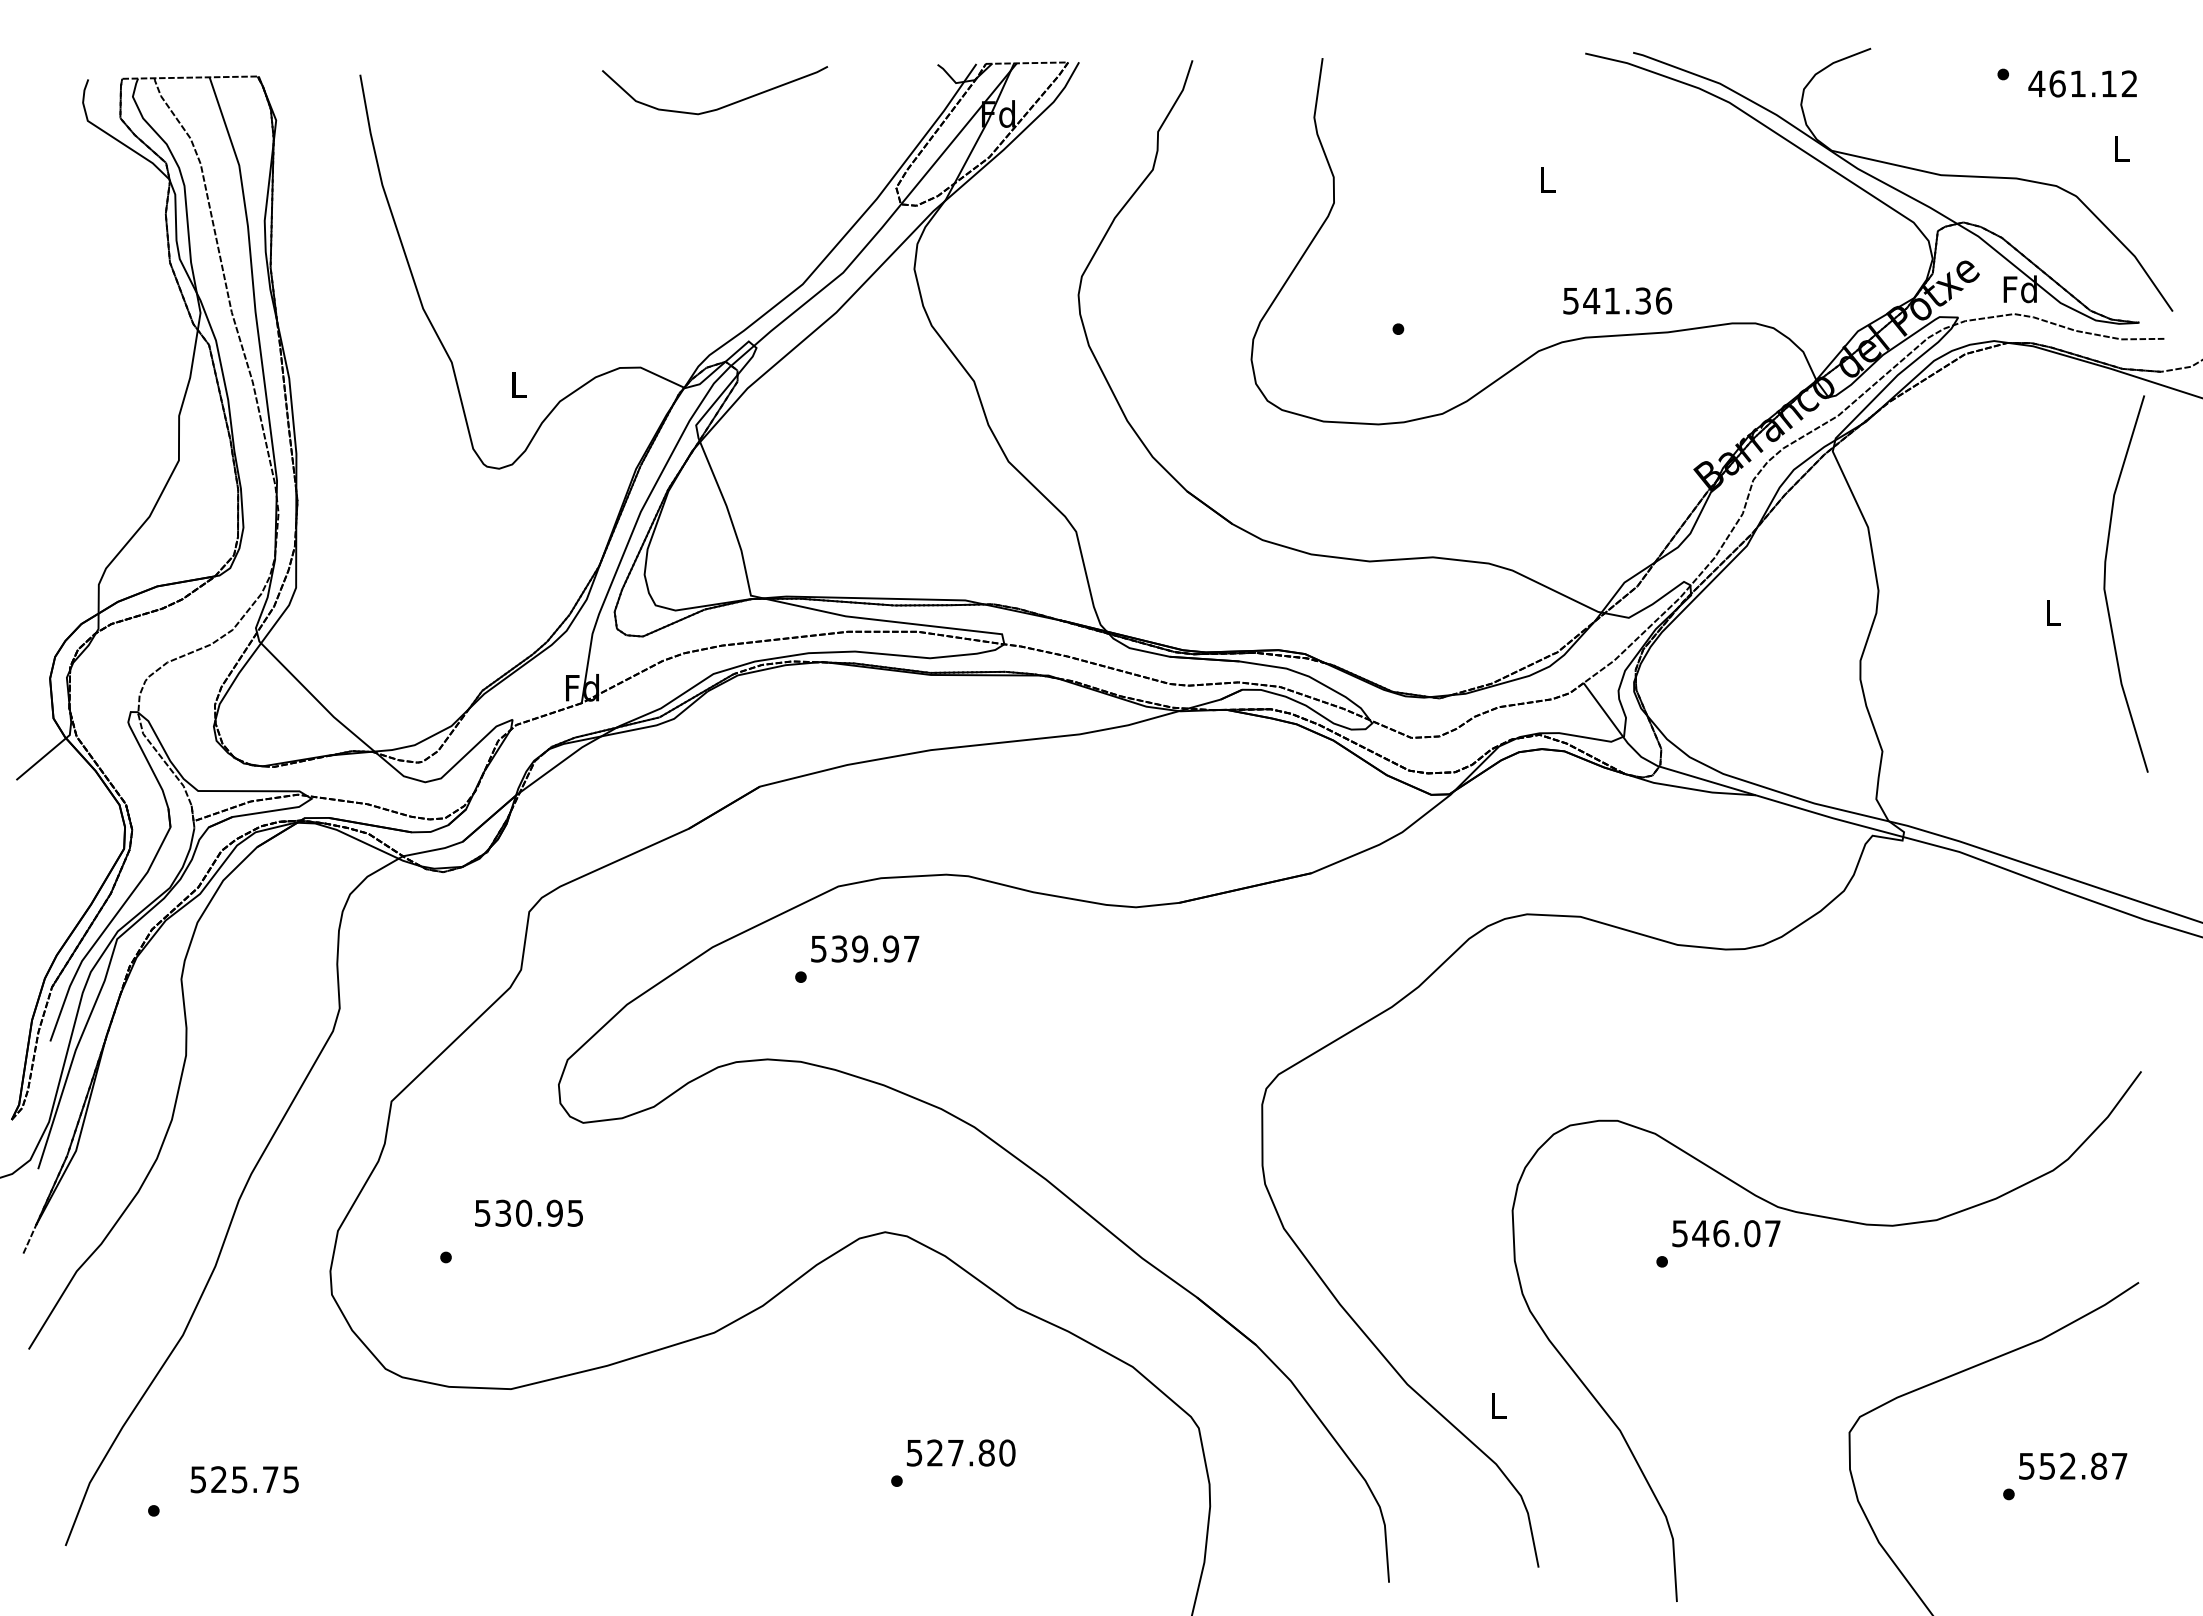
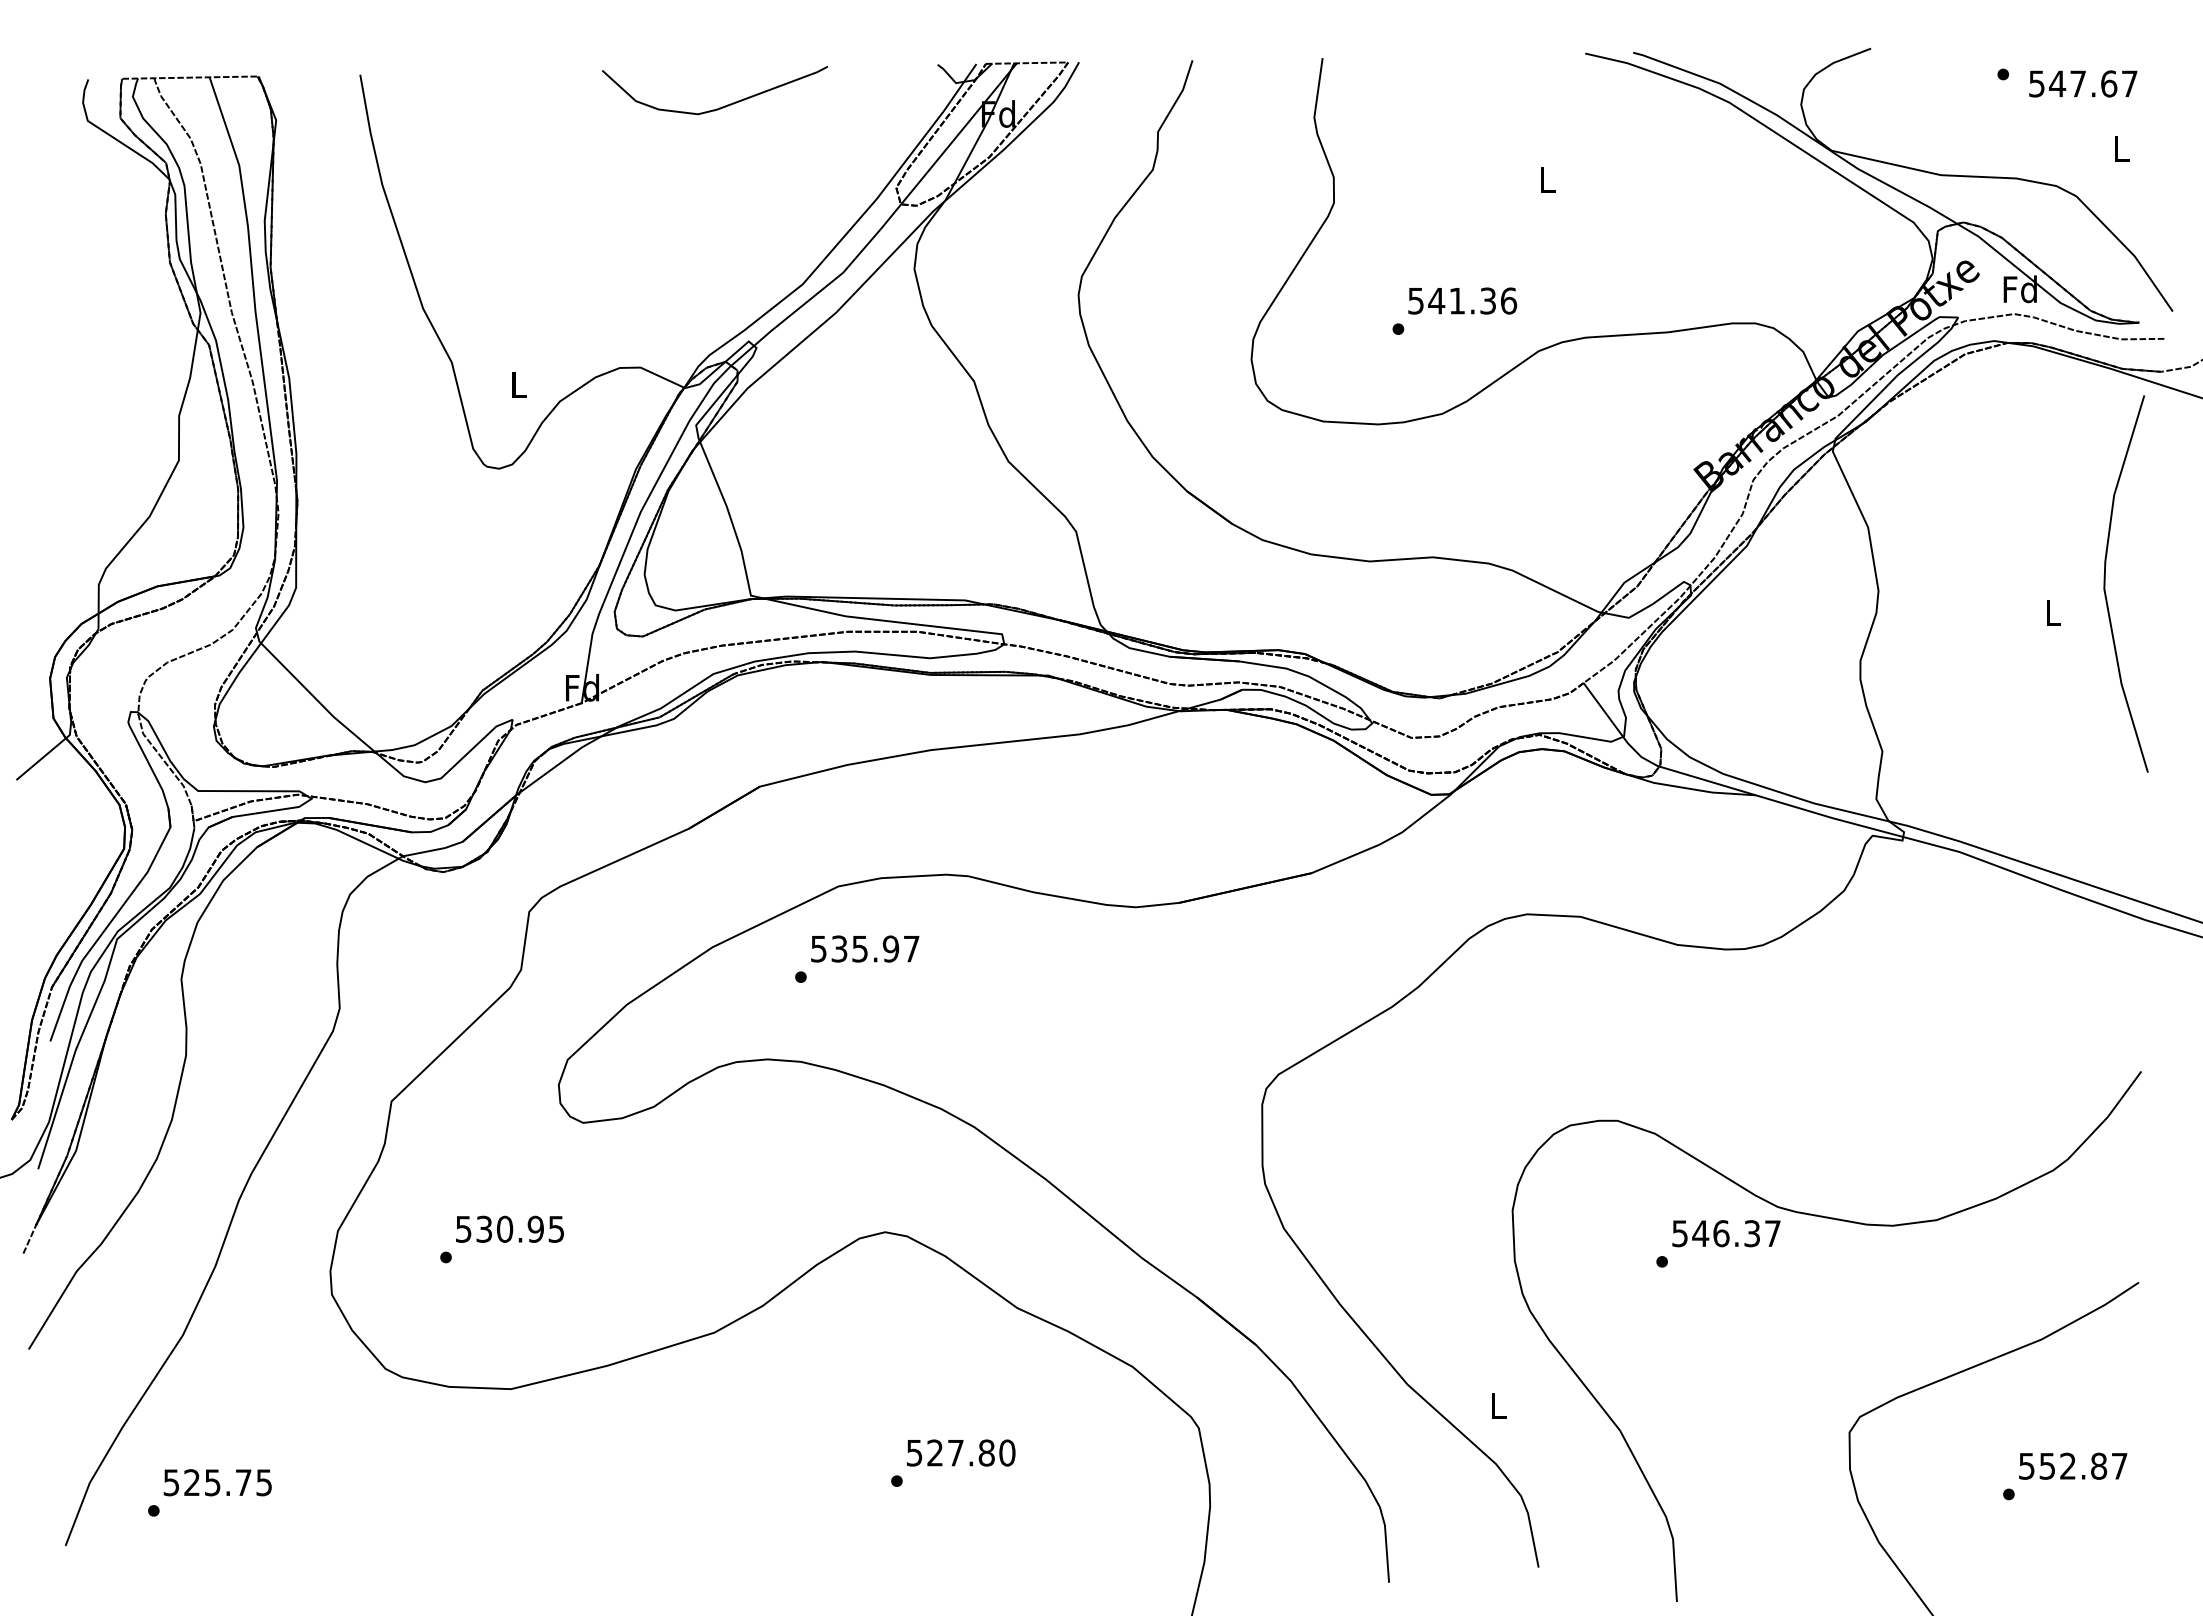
text at (2082, 83): 461.12 -> 547.67
text at (1617, 300) position: (1617, 300) -> (1462, 300)
text at (860, 948): 539.97 -> 535.97
text at (528, 1212) position: (528, 1212) -> (509, 1228)
text at (1752, 1233): 546.07 -> 546.37
text at (244, 1479) position: (244, 1479) -> (217, 1482)
